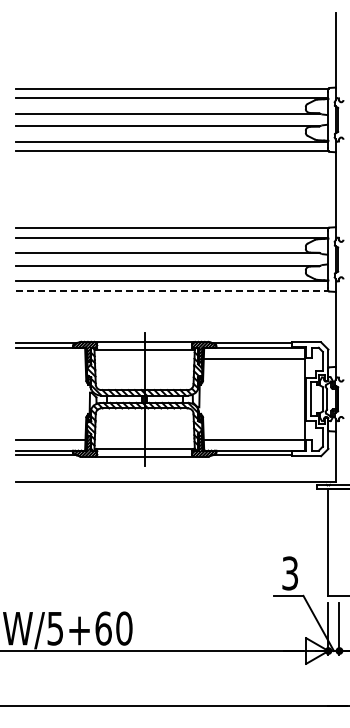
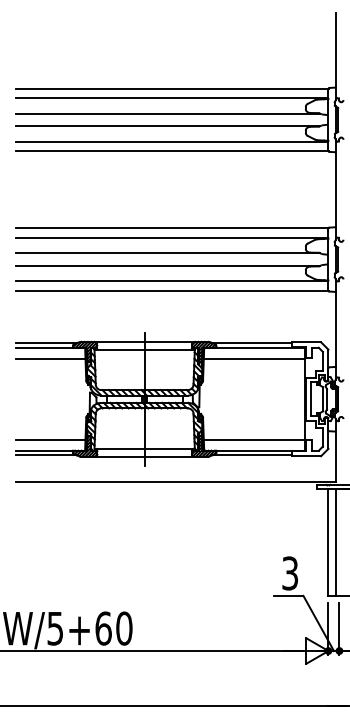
line at (172, 290): dashed -> solid
line at (50, 358): none -> present
line at (335, 542): none -> present
